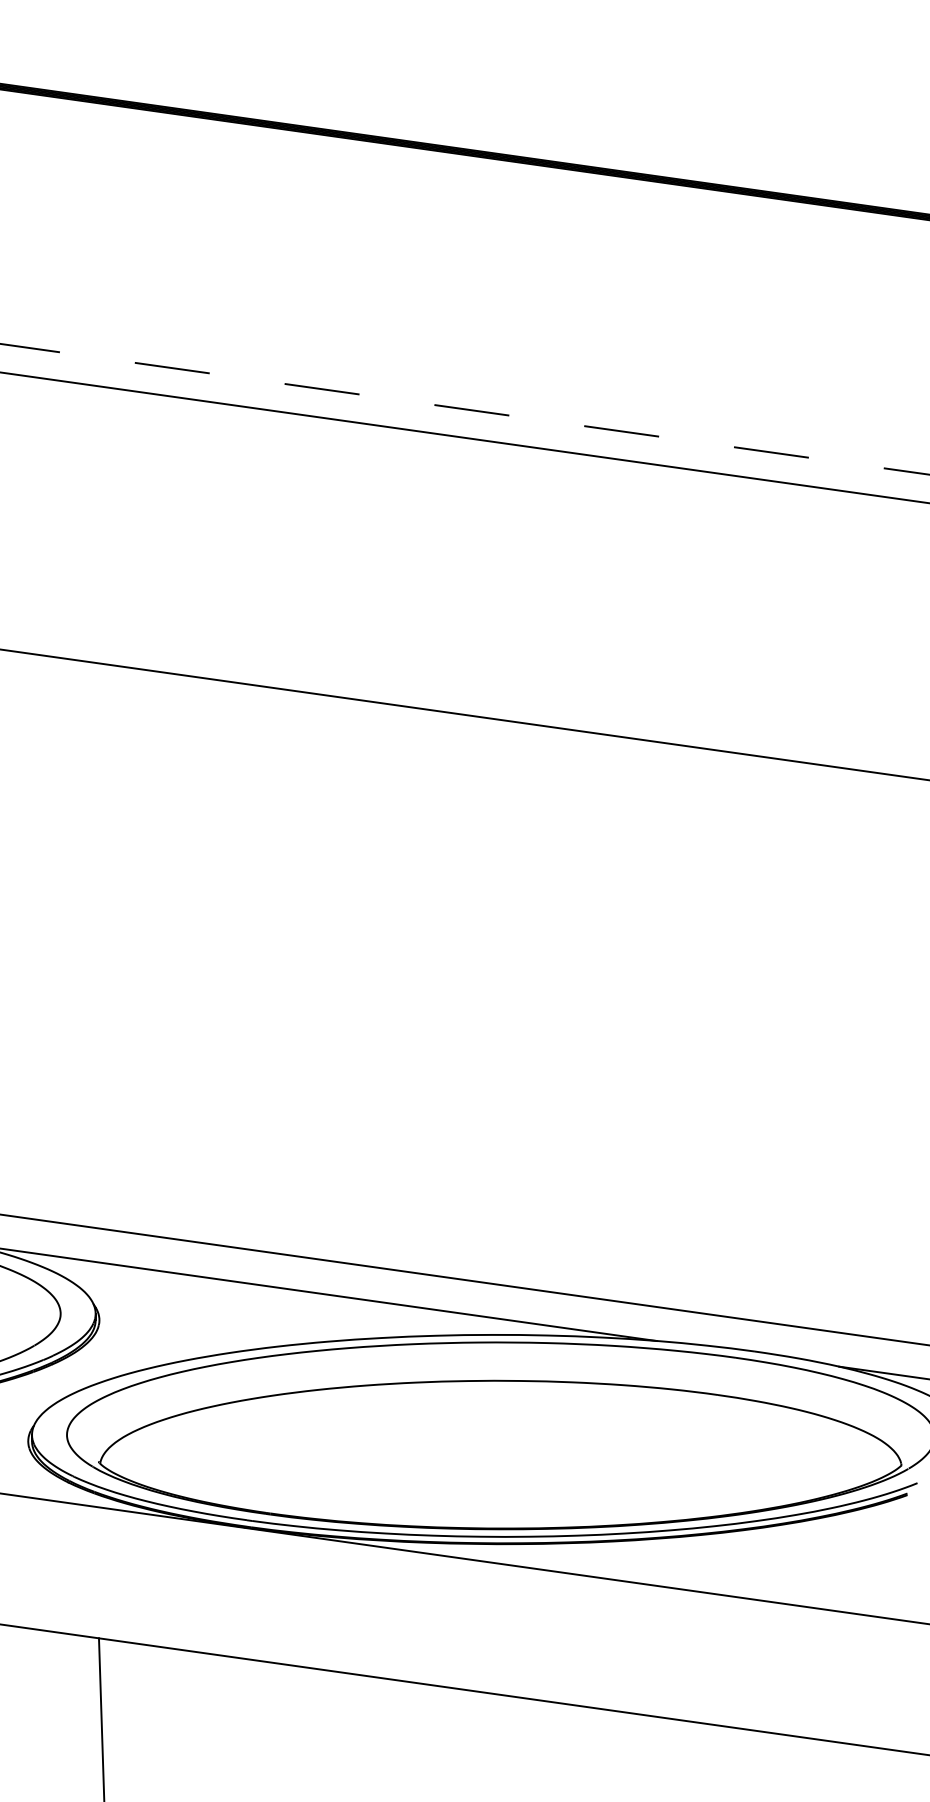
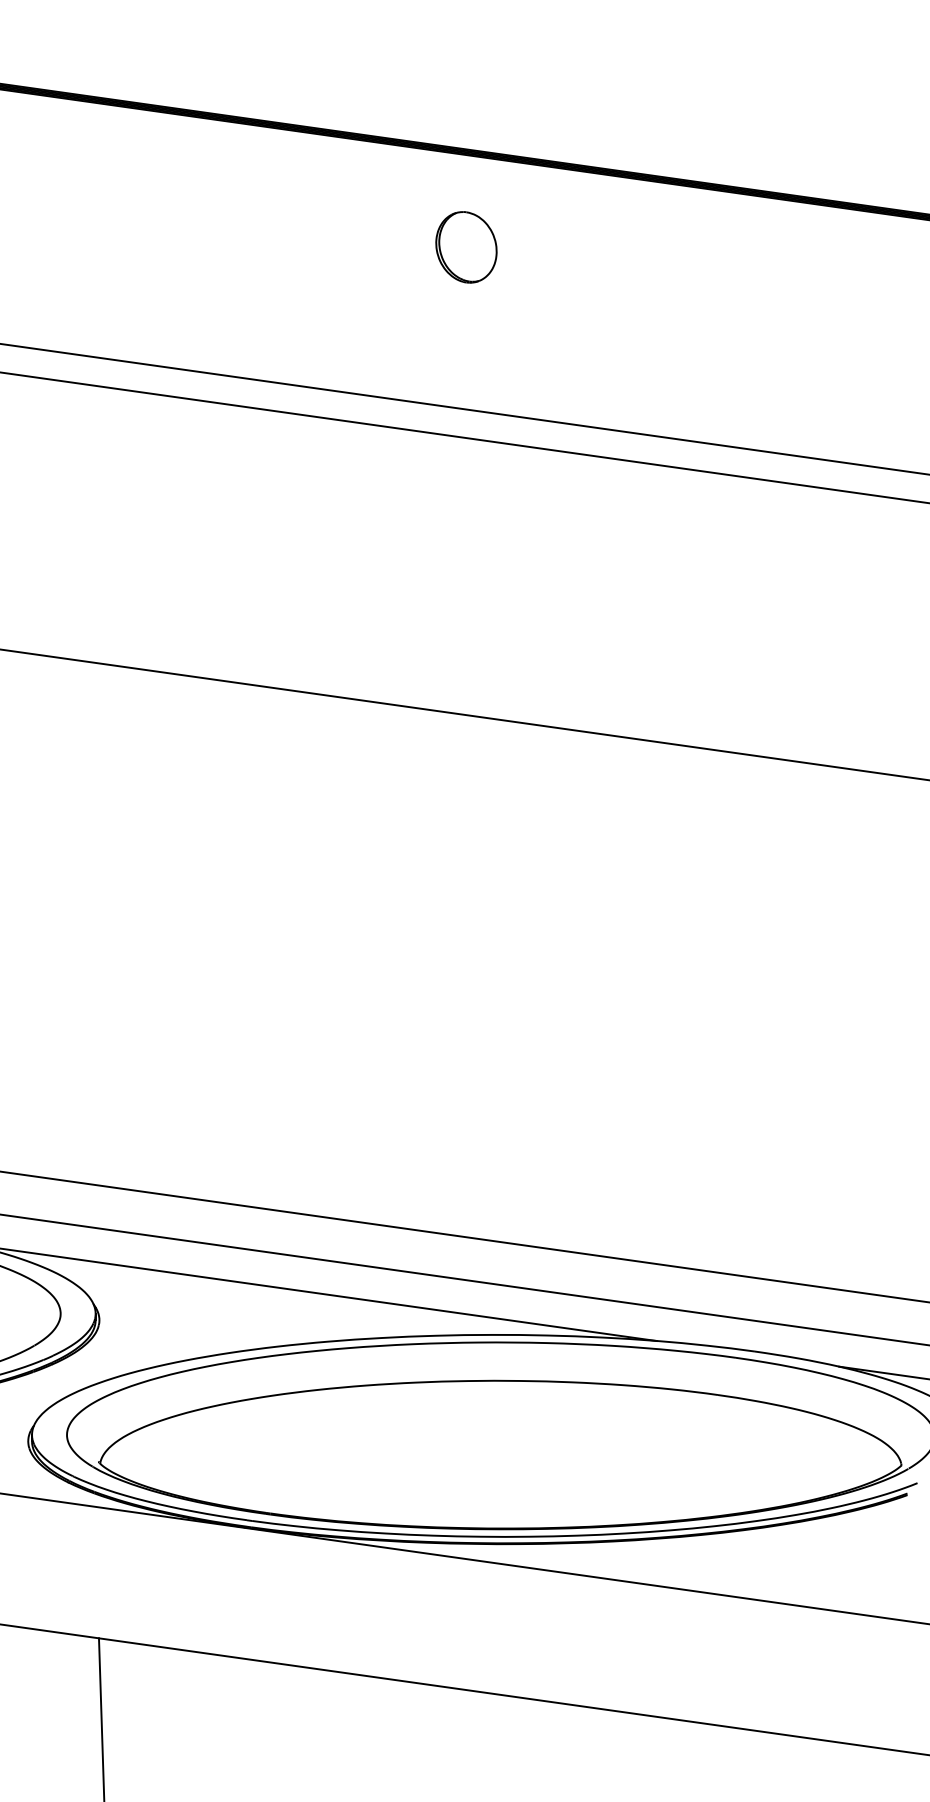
part at (466, 247): none -> present
line at (464, 409): dashed -> solid
line at (464, 1236): none -> present
